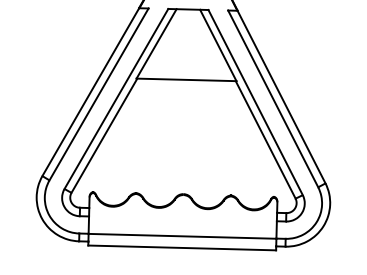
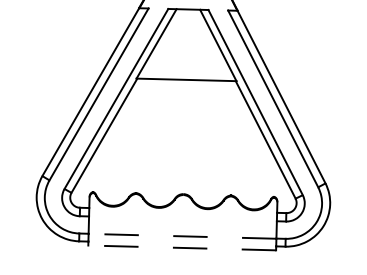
line at (182, 236): solid -> dashed
line at (182, 247): solid -> dashed
